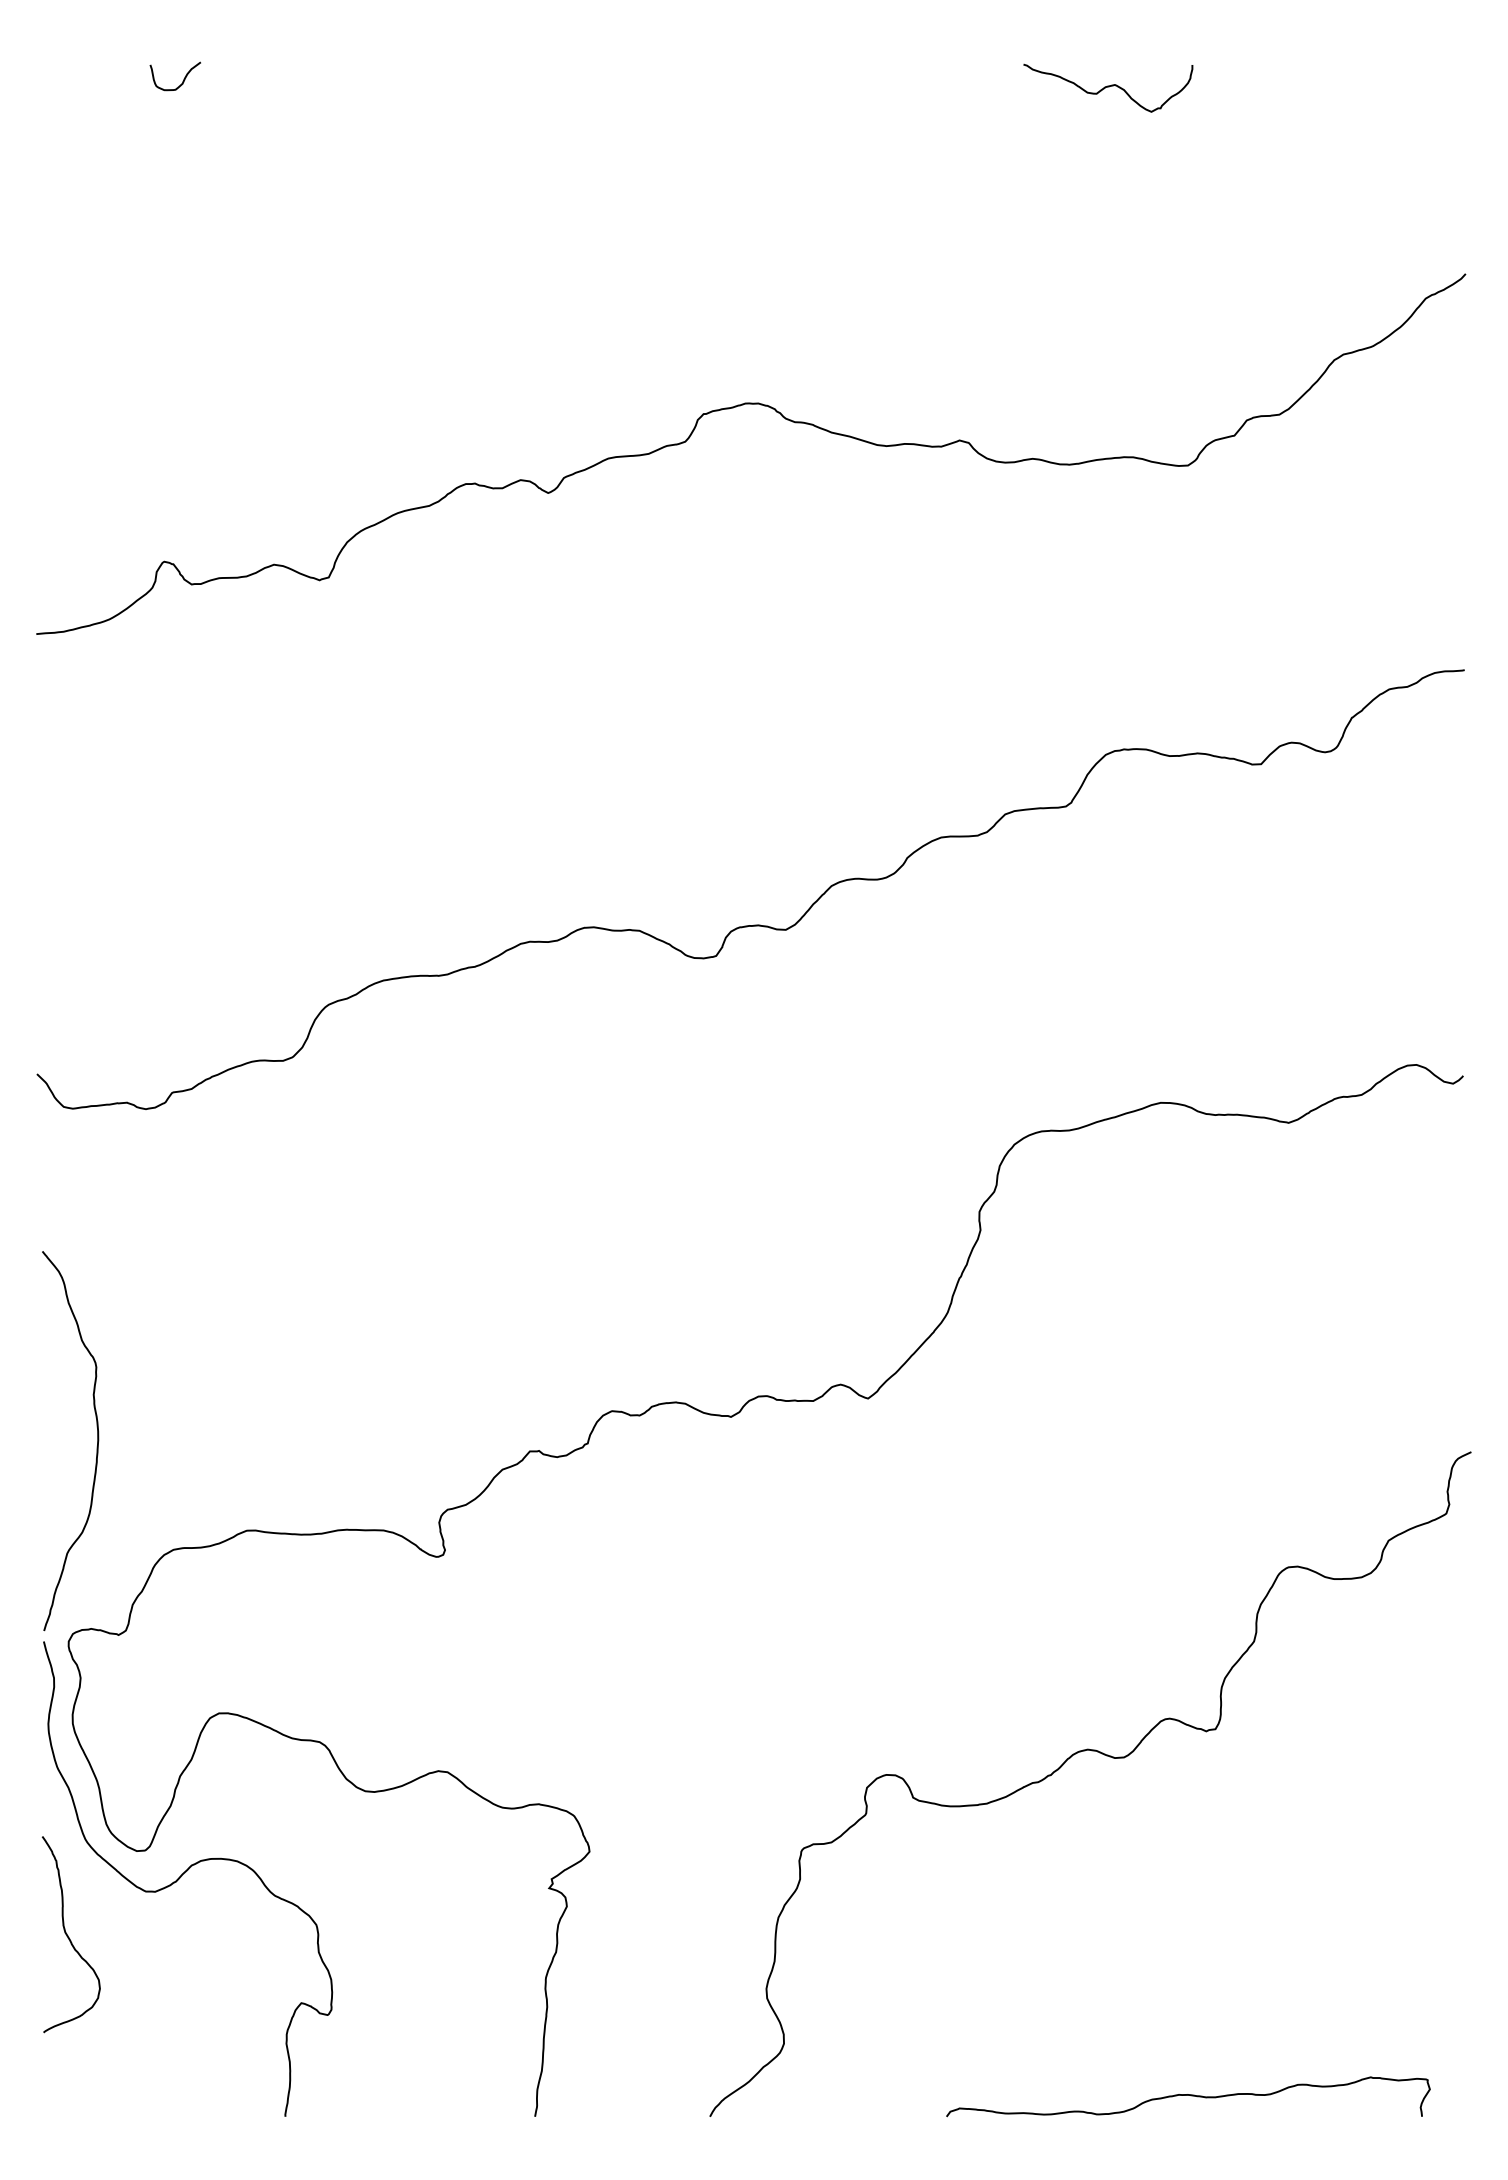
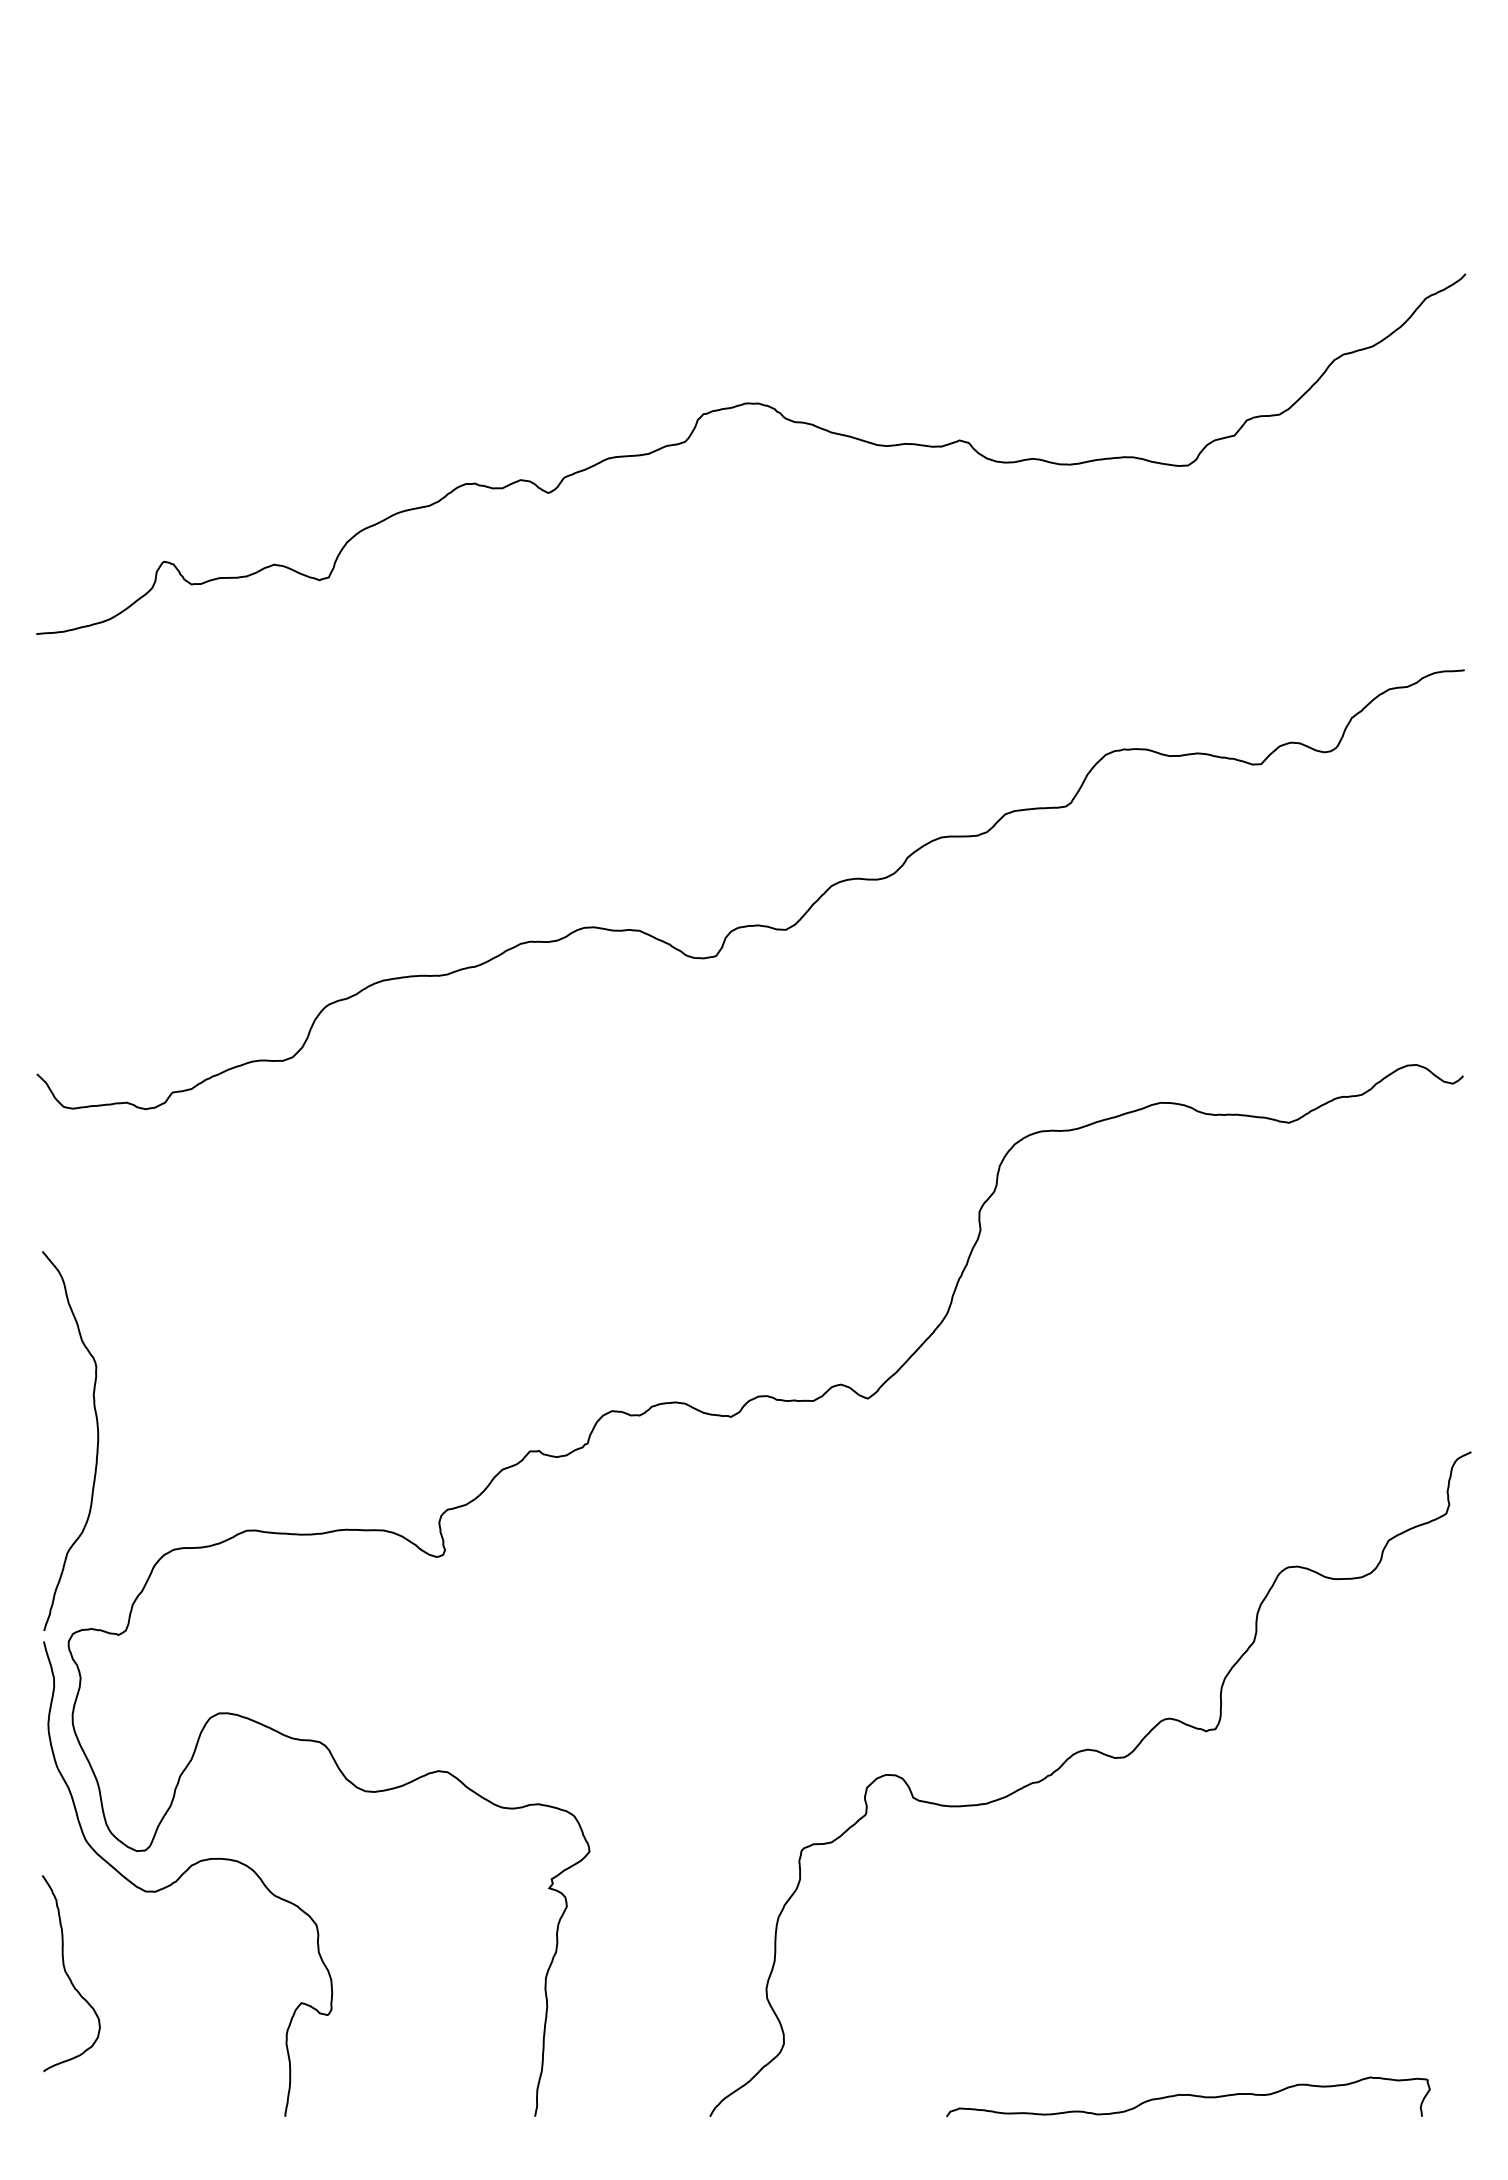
curve at (182, 81): present -> none
curve at (1108, 87): present -> none
curve at (68, 1935) position: (68, 1935) -> (68, 1974)
